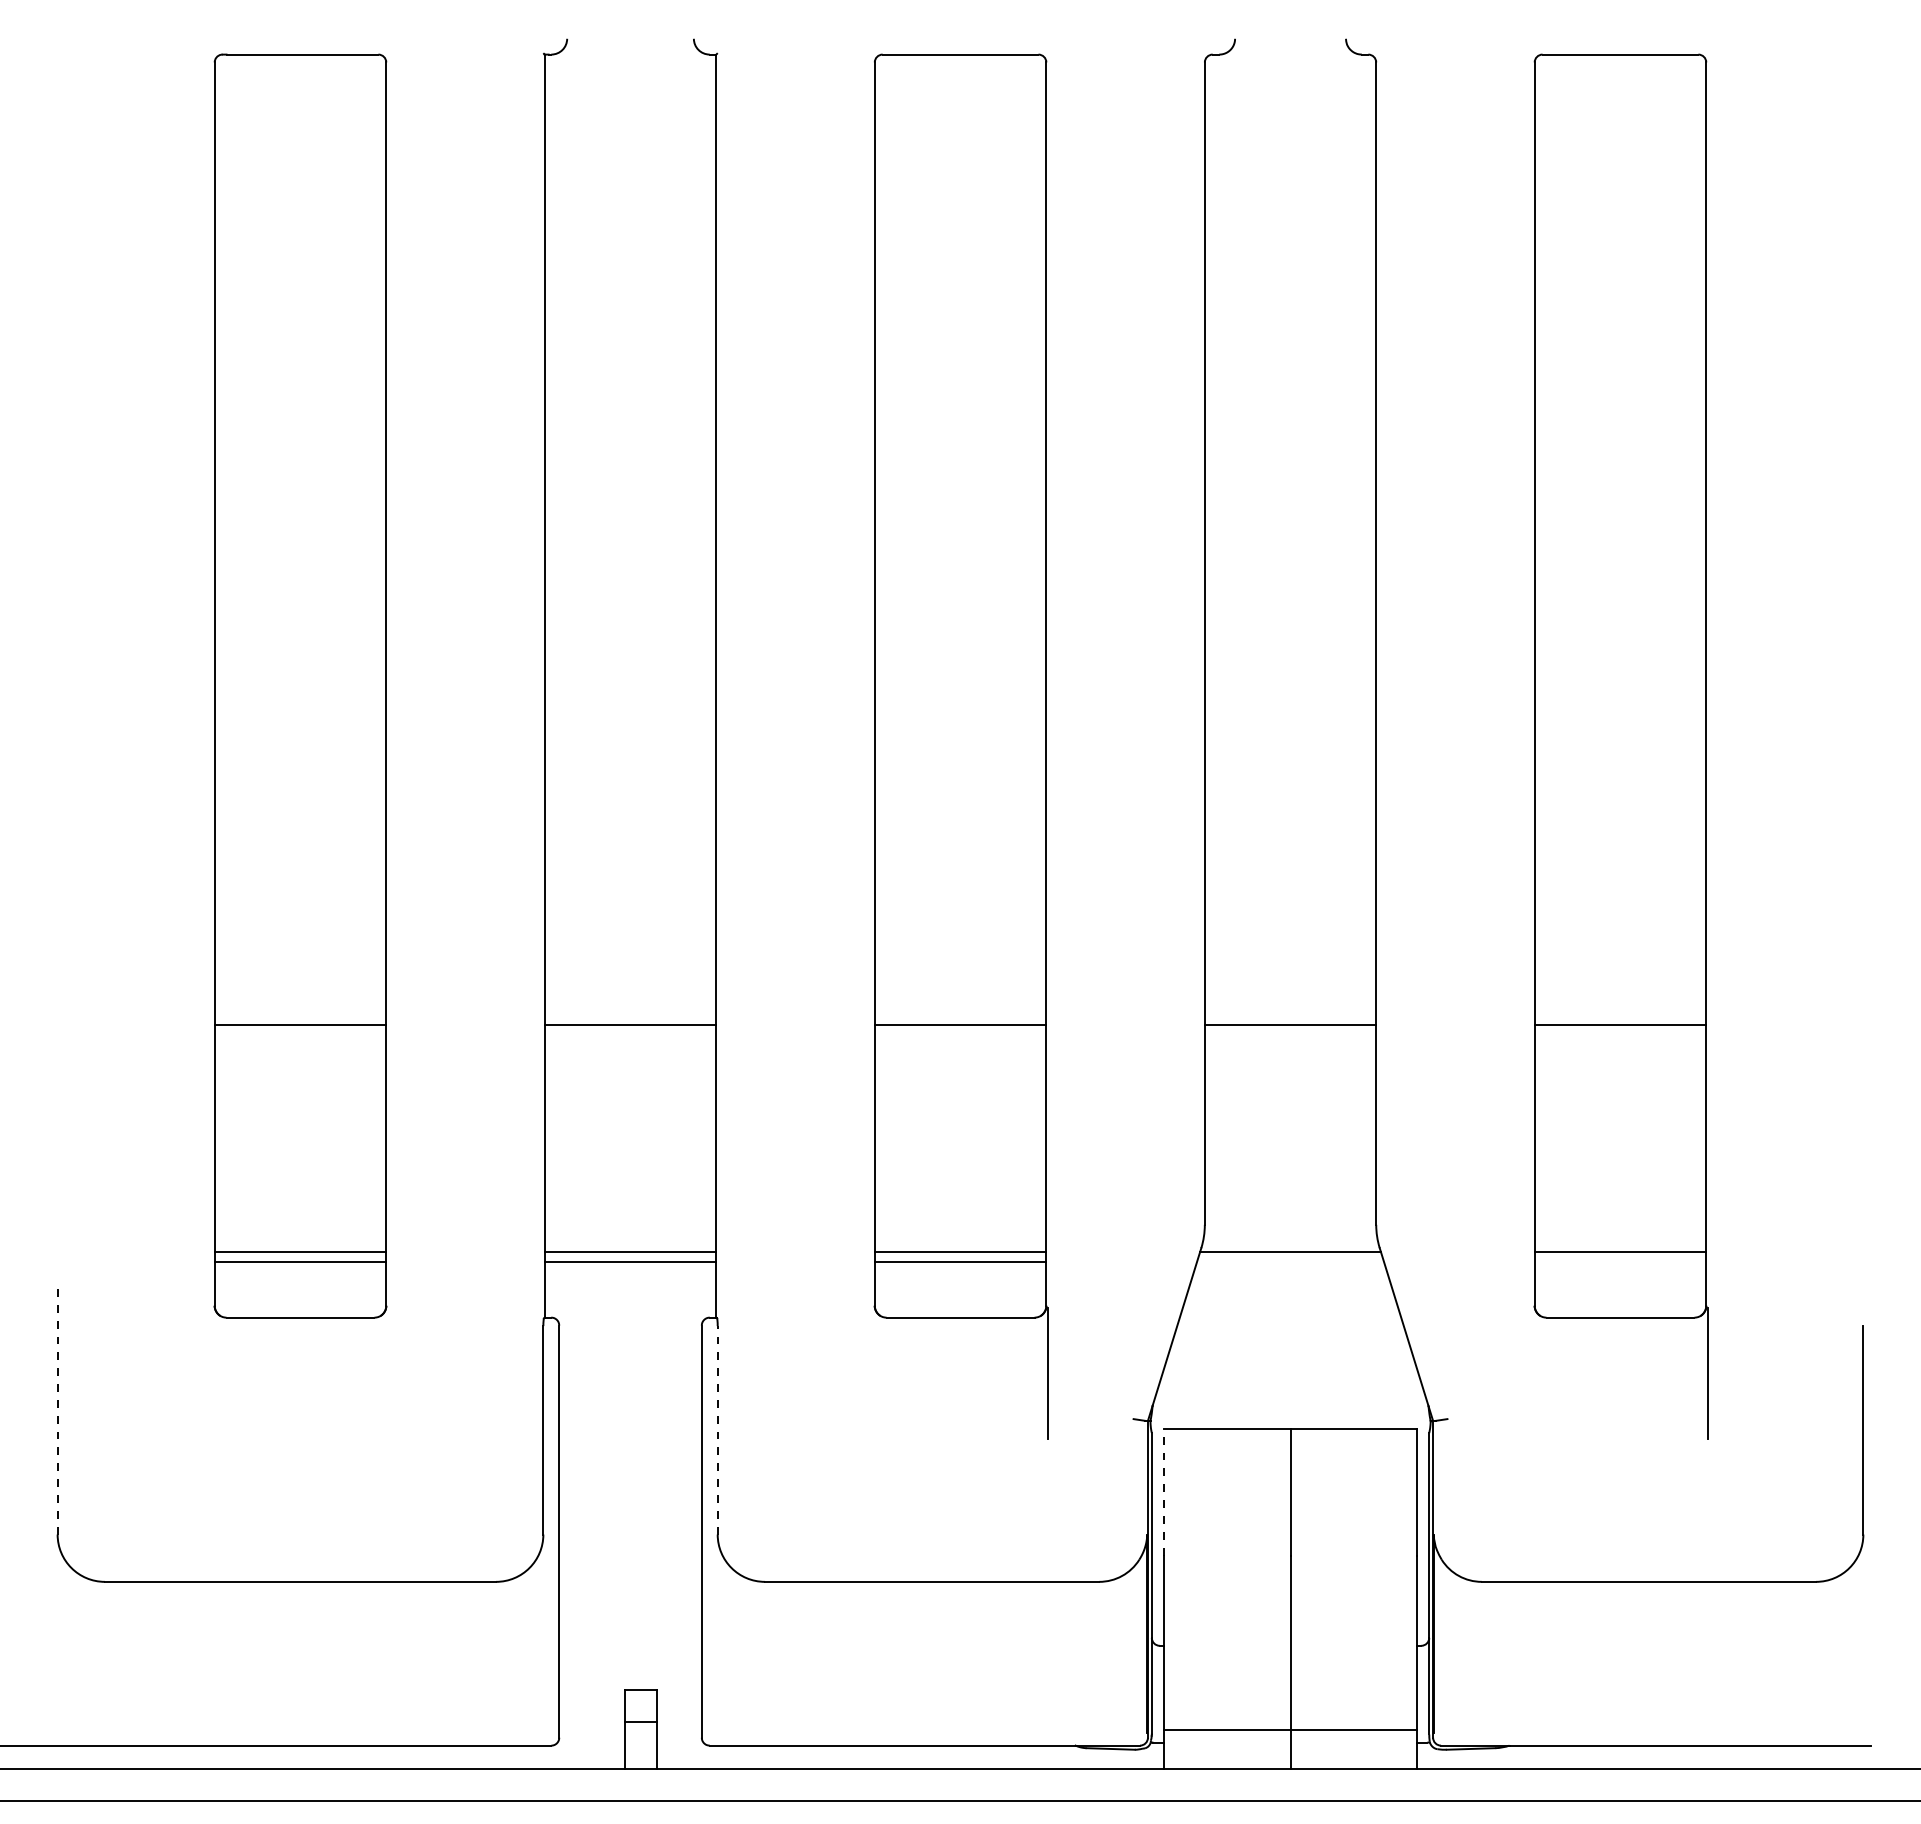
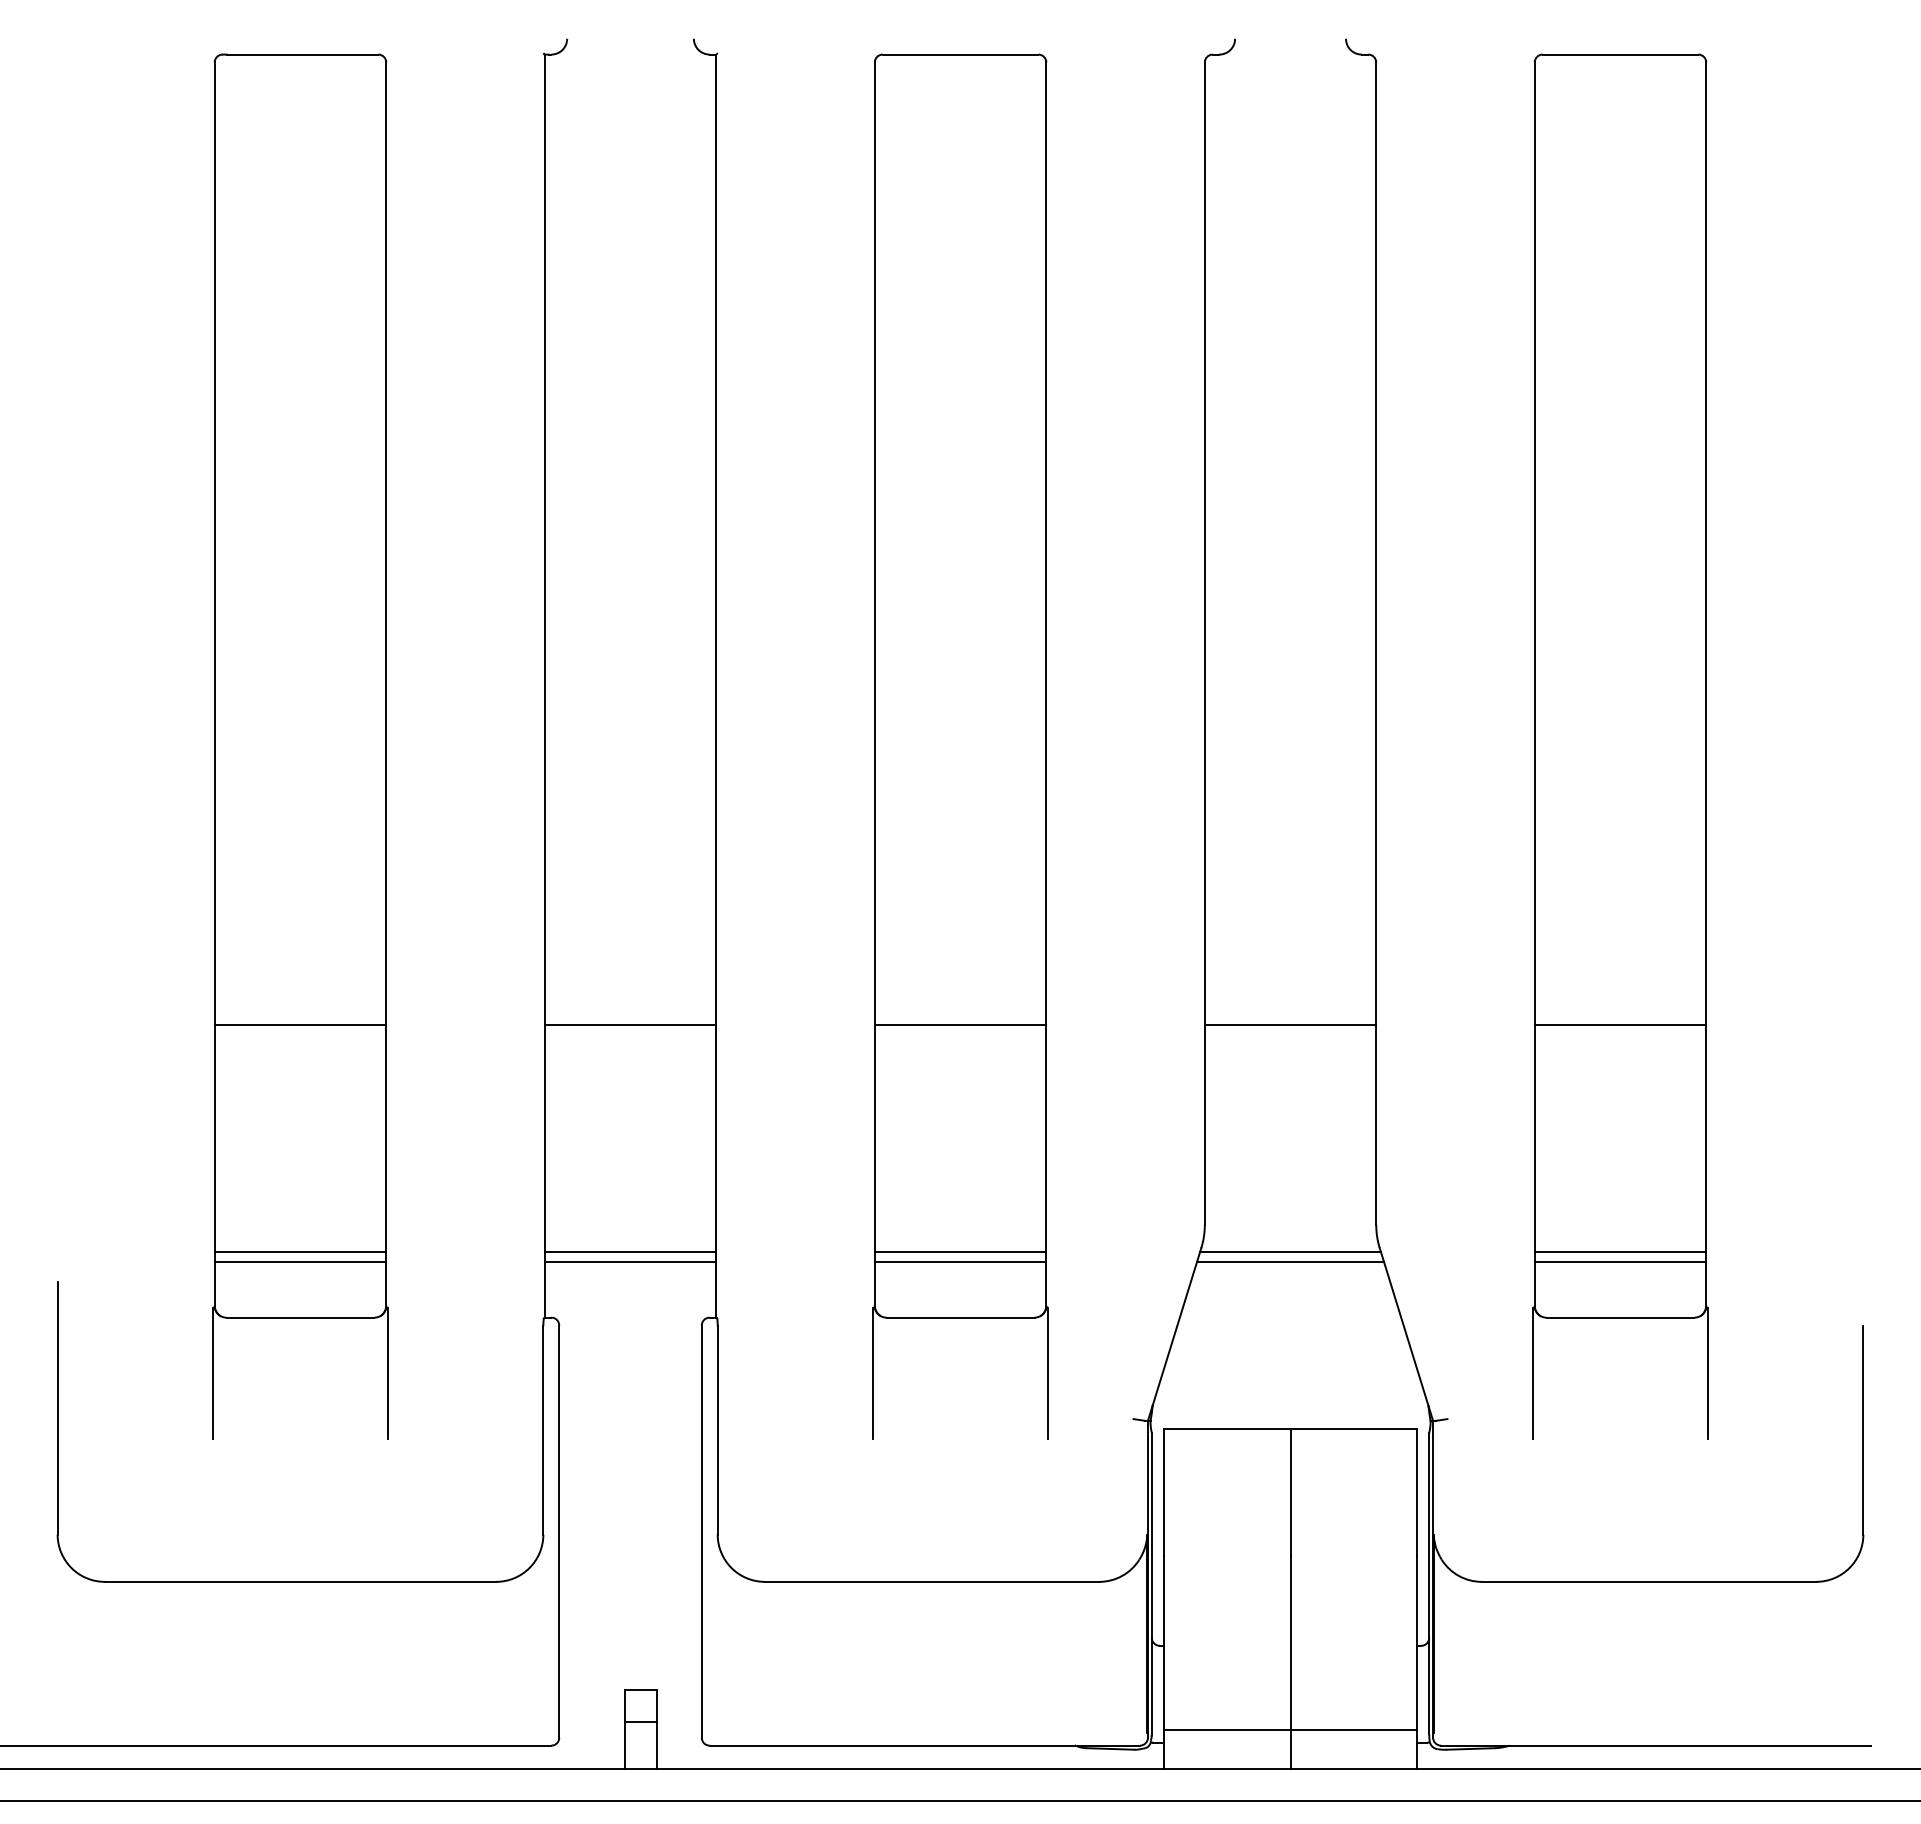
line at (1290, 1262): none -> present
line at (1620, 1262): none -> present
line at (212, 1372): none -> present
line at (388, 1372): none -> present
line at (872, 1372): none -> present
line at (1532, 1372): none -> present
line at (57, 1407): dashed -> solid
line at (717, 1429): dashed -> solid
line at (1163, 1491): dashed -> solid
